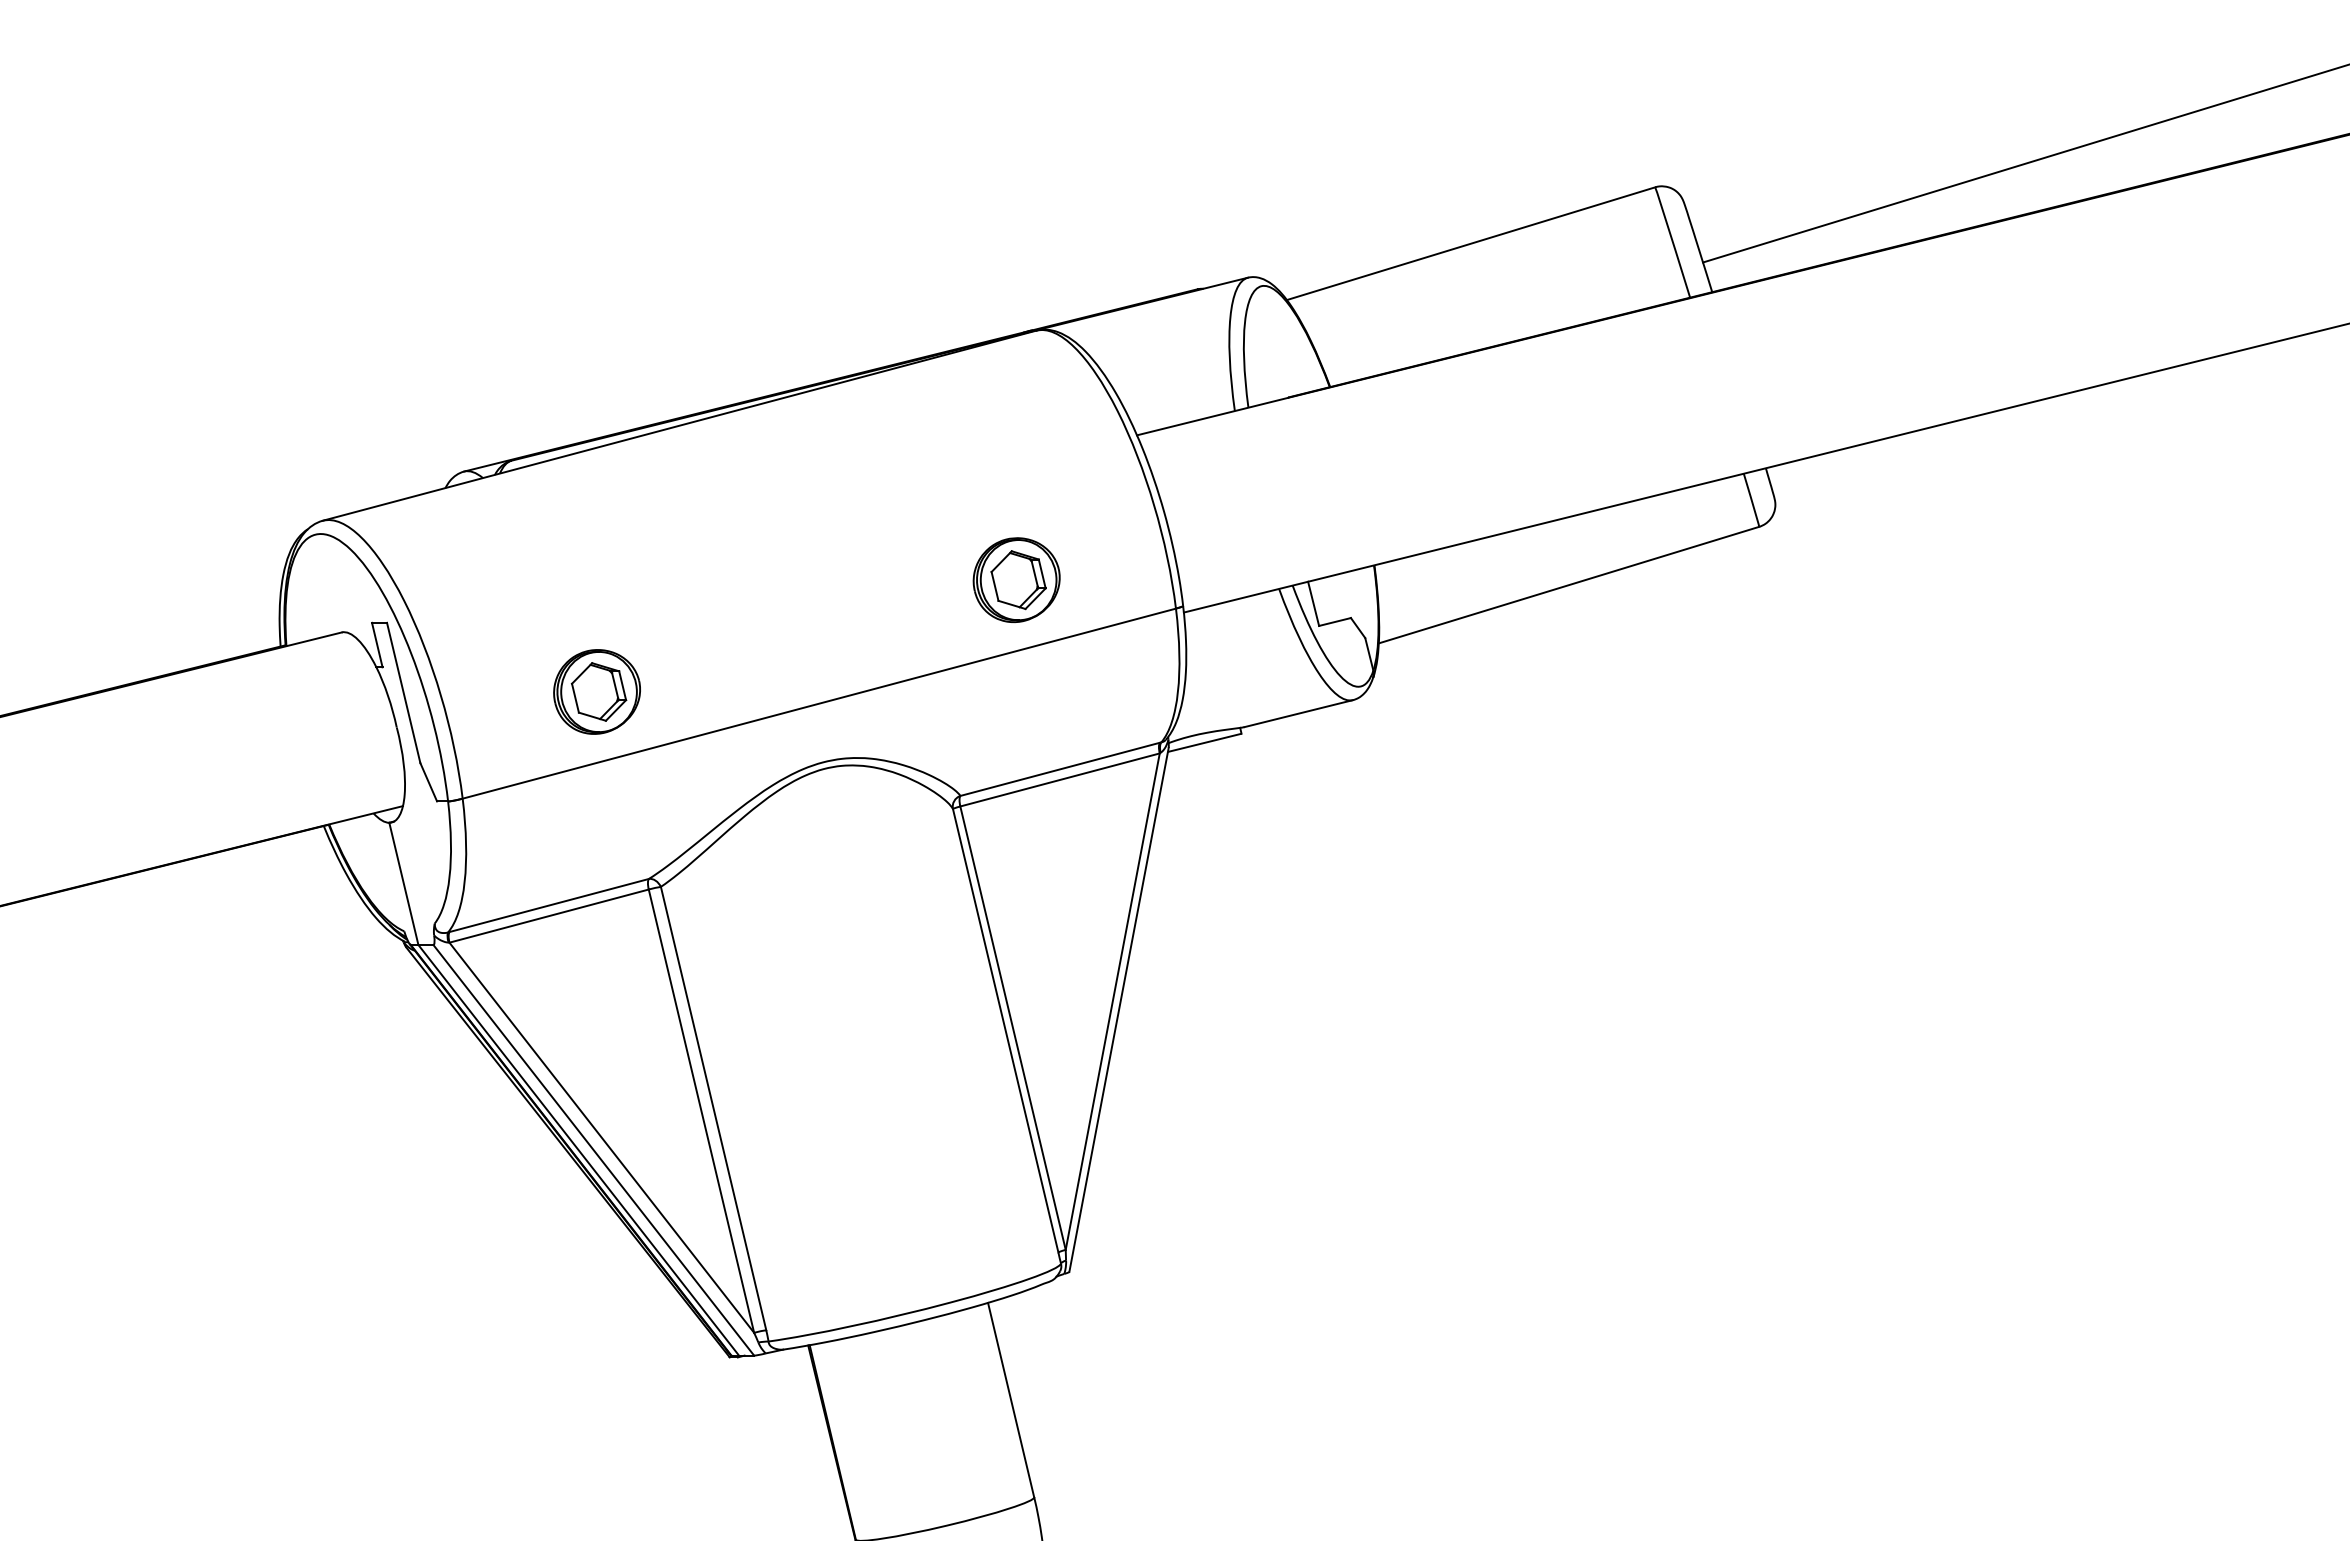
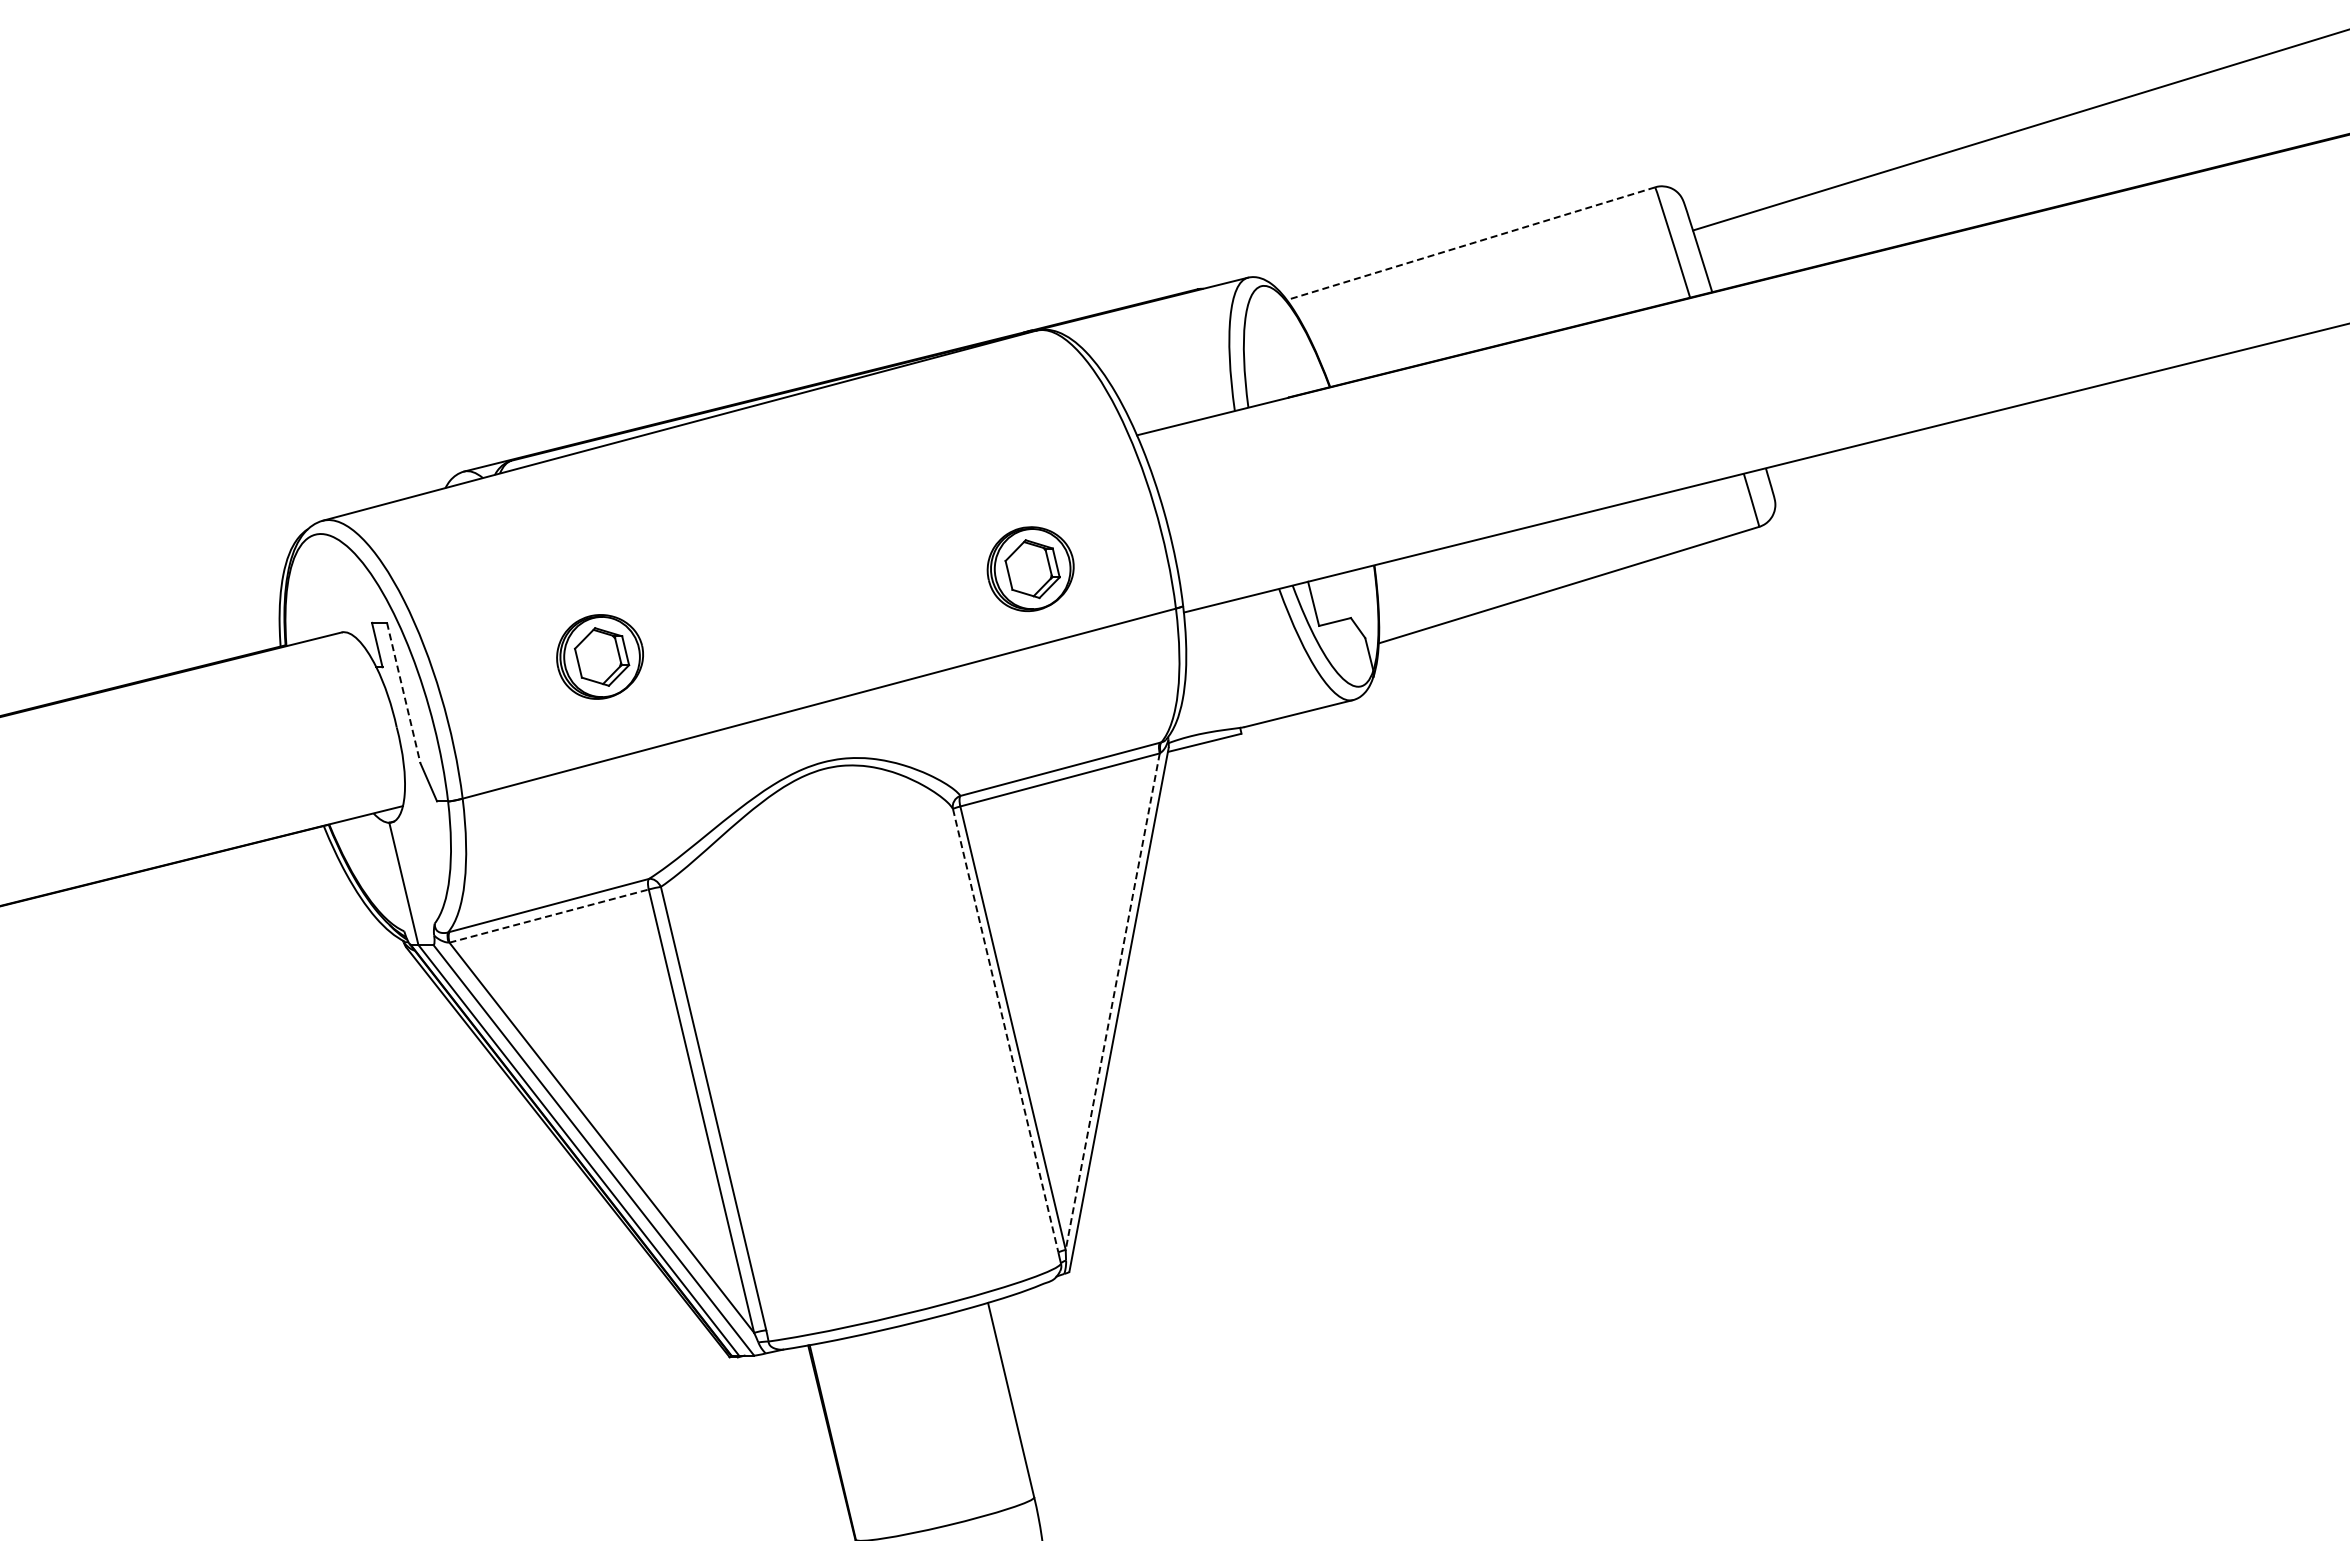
line at (2024, 163) position: (2024, 163) -> (2019, 130)
line at (1471, 243): solid -> dashed
part at (1016, 579) position: (1016, 579) -> (1030, 568)
part at (596, 691) position: (596, 691) -> (599, 656)
line at (403, 693): solid -> dashed
line at (549, 915): solid -> dashed
line at (1112, 1001): solid -> dashed
line at (1005, 1030): solid -> dashed
